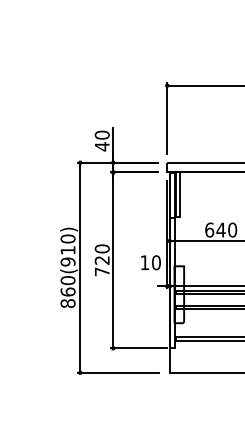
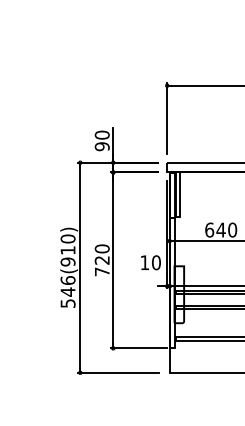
text at (101, 146): 40 -> 90
text at (67, 291): 860(910) -> 546(910)
